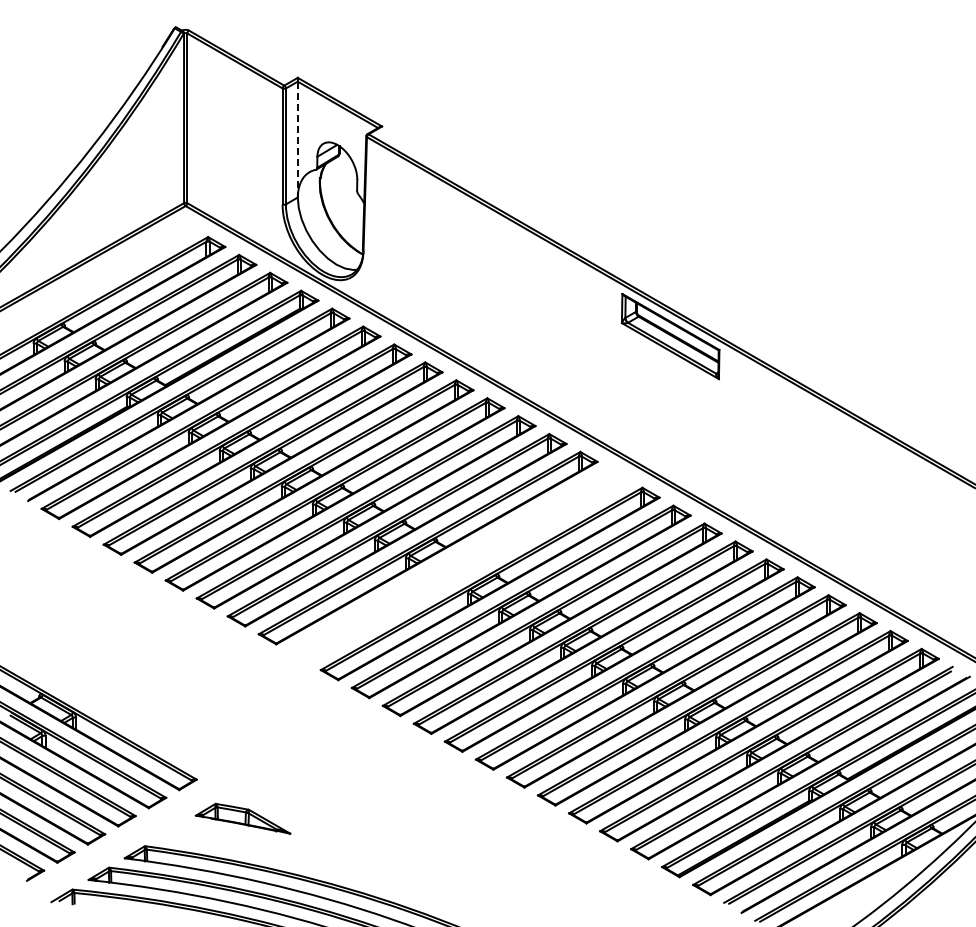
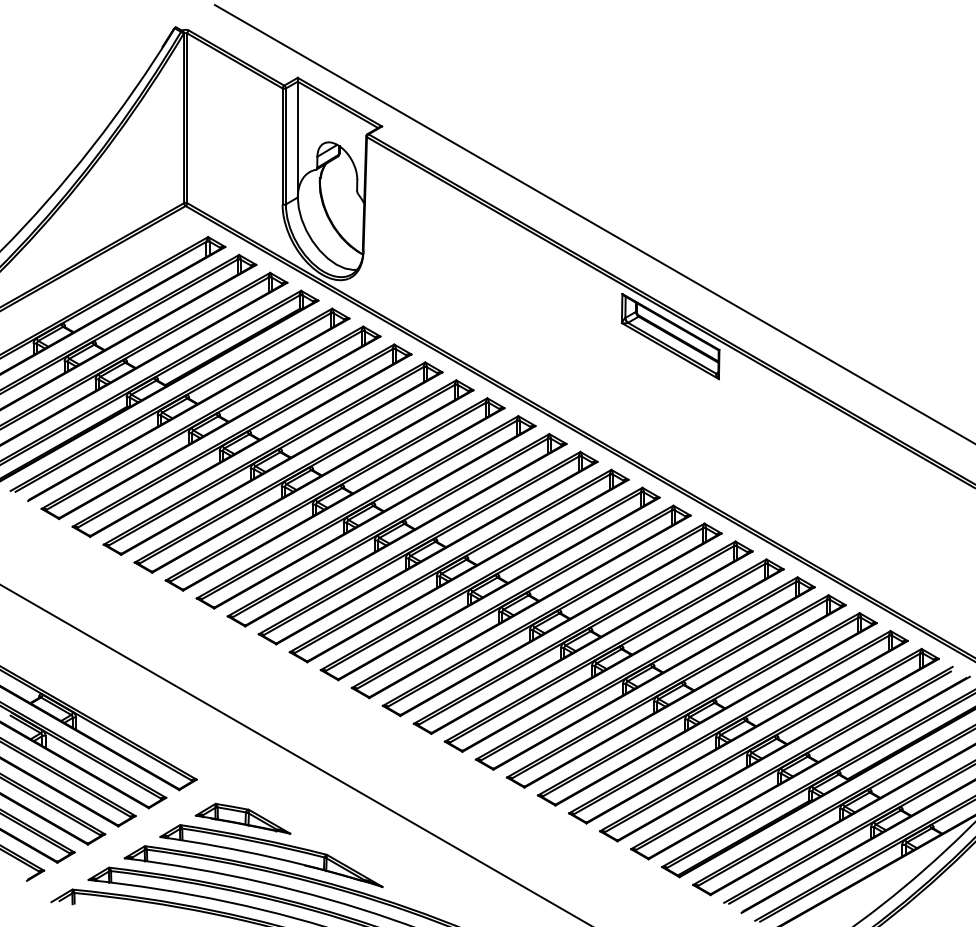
line at (297, 139): dashed -> solid
line at (593, 223): none -> present
part at (458, 565): none -> present
line at (294, 754): none -> present
part at (271, 855): none -> present
